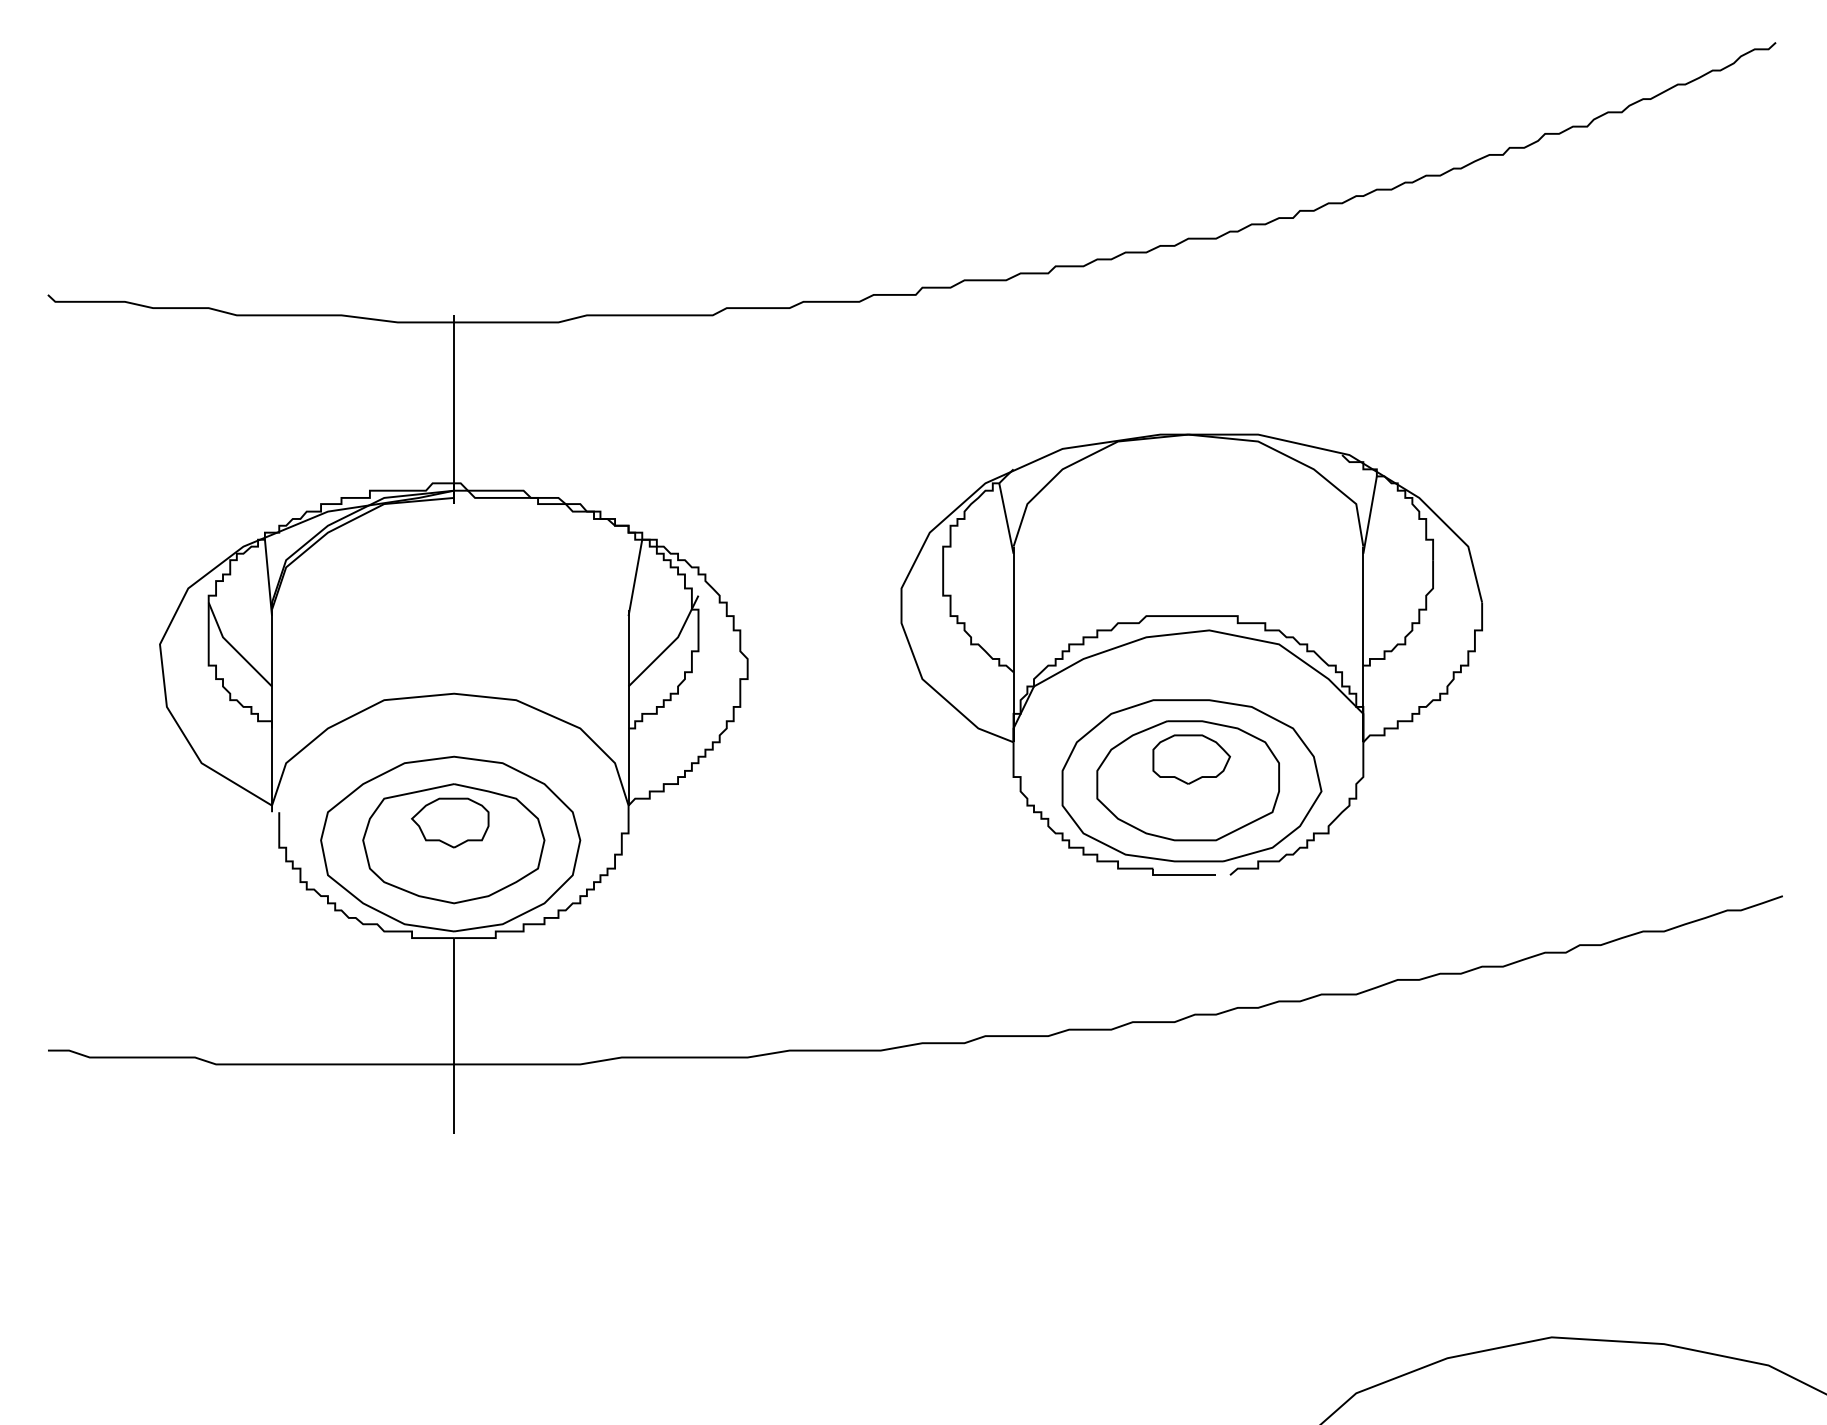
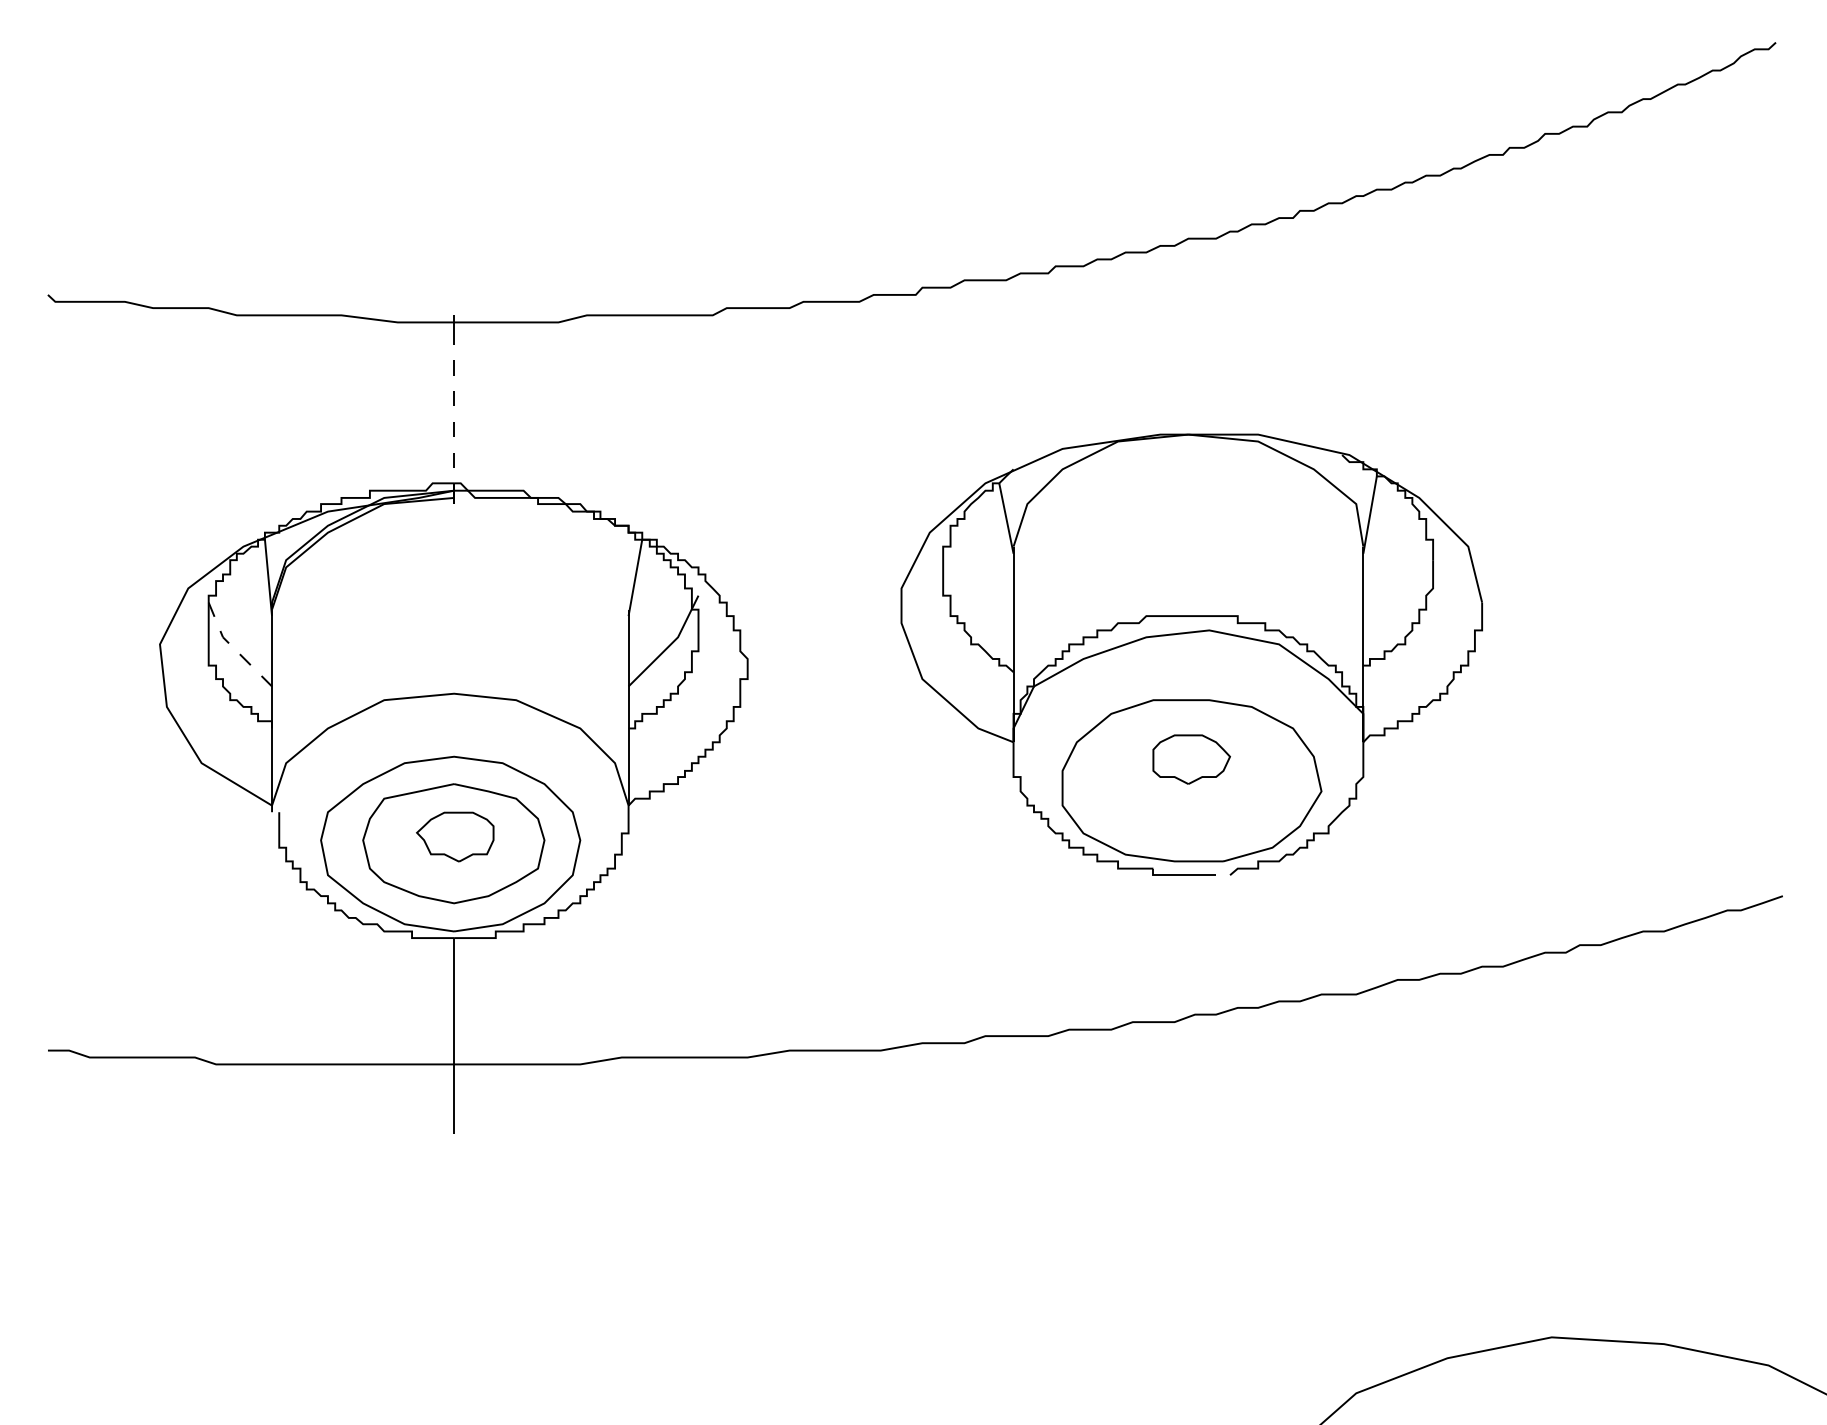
line at (454, 410): solid -> dashed
line at (234, 648): solid -> dashed
part at (1187, 780): present -> none
part at (450, 822) position: (450, 822) -> (455, 836)
